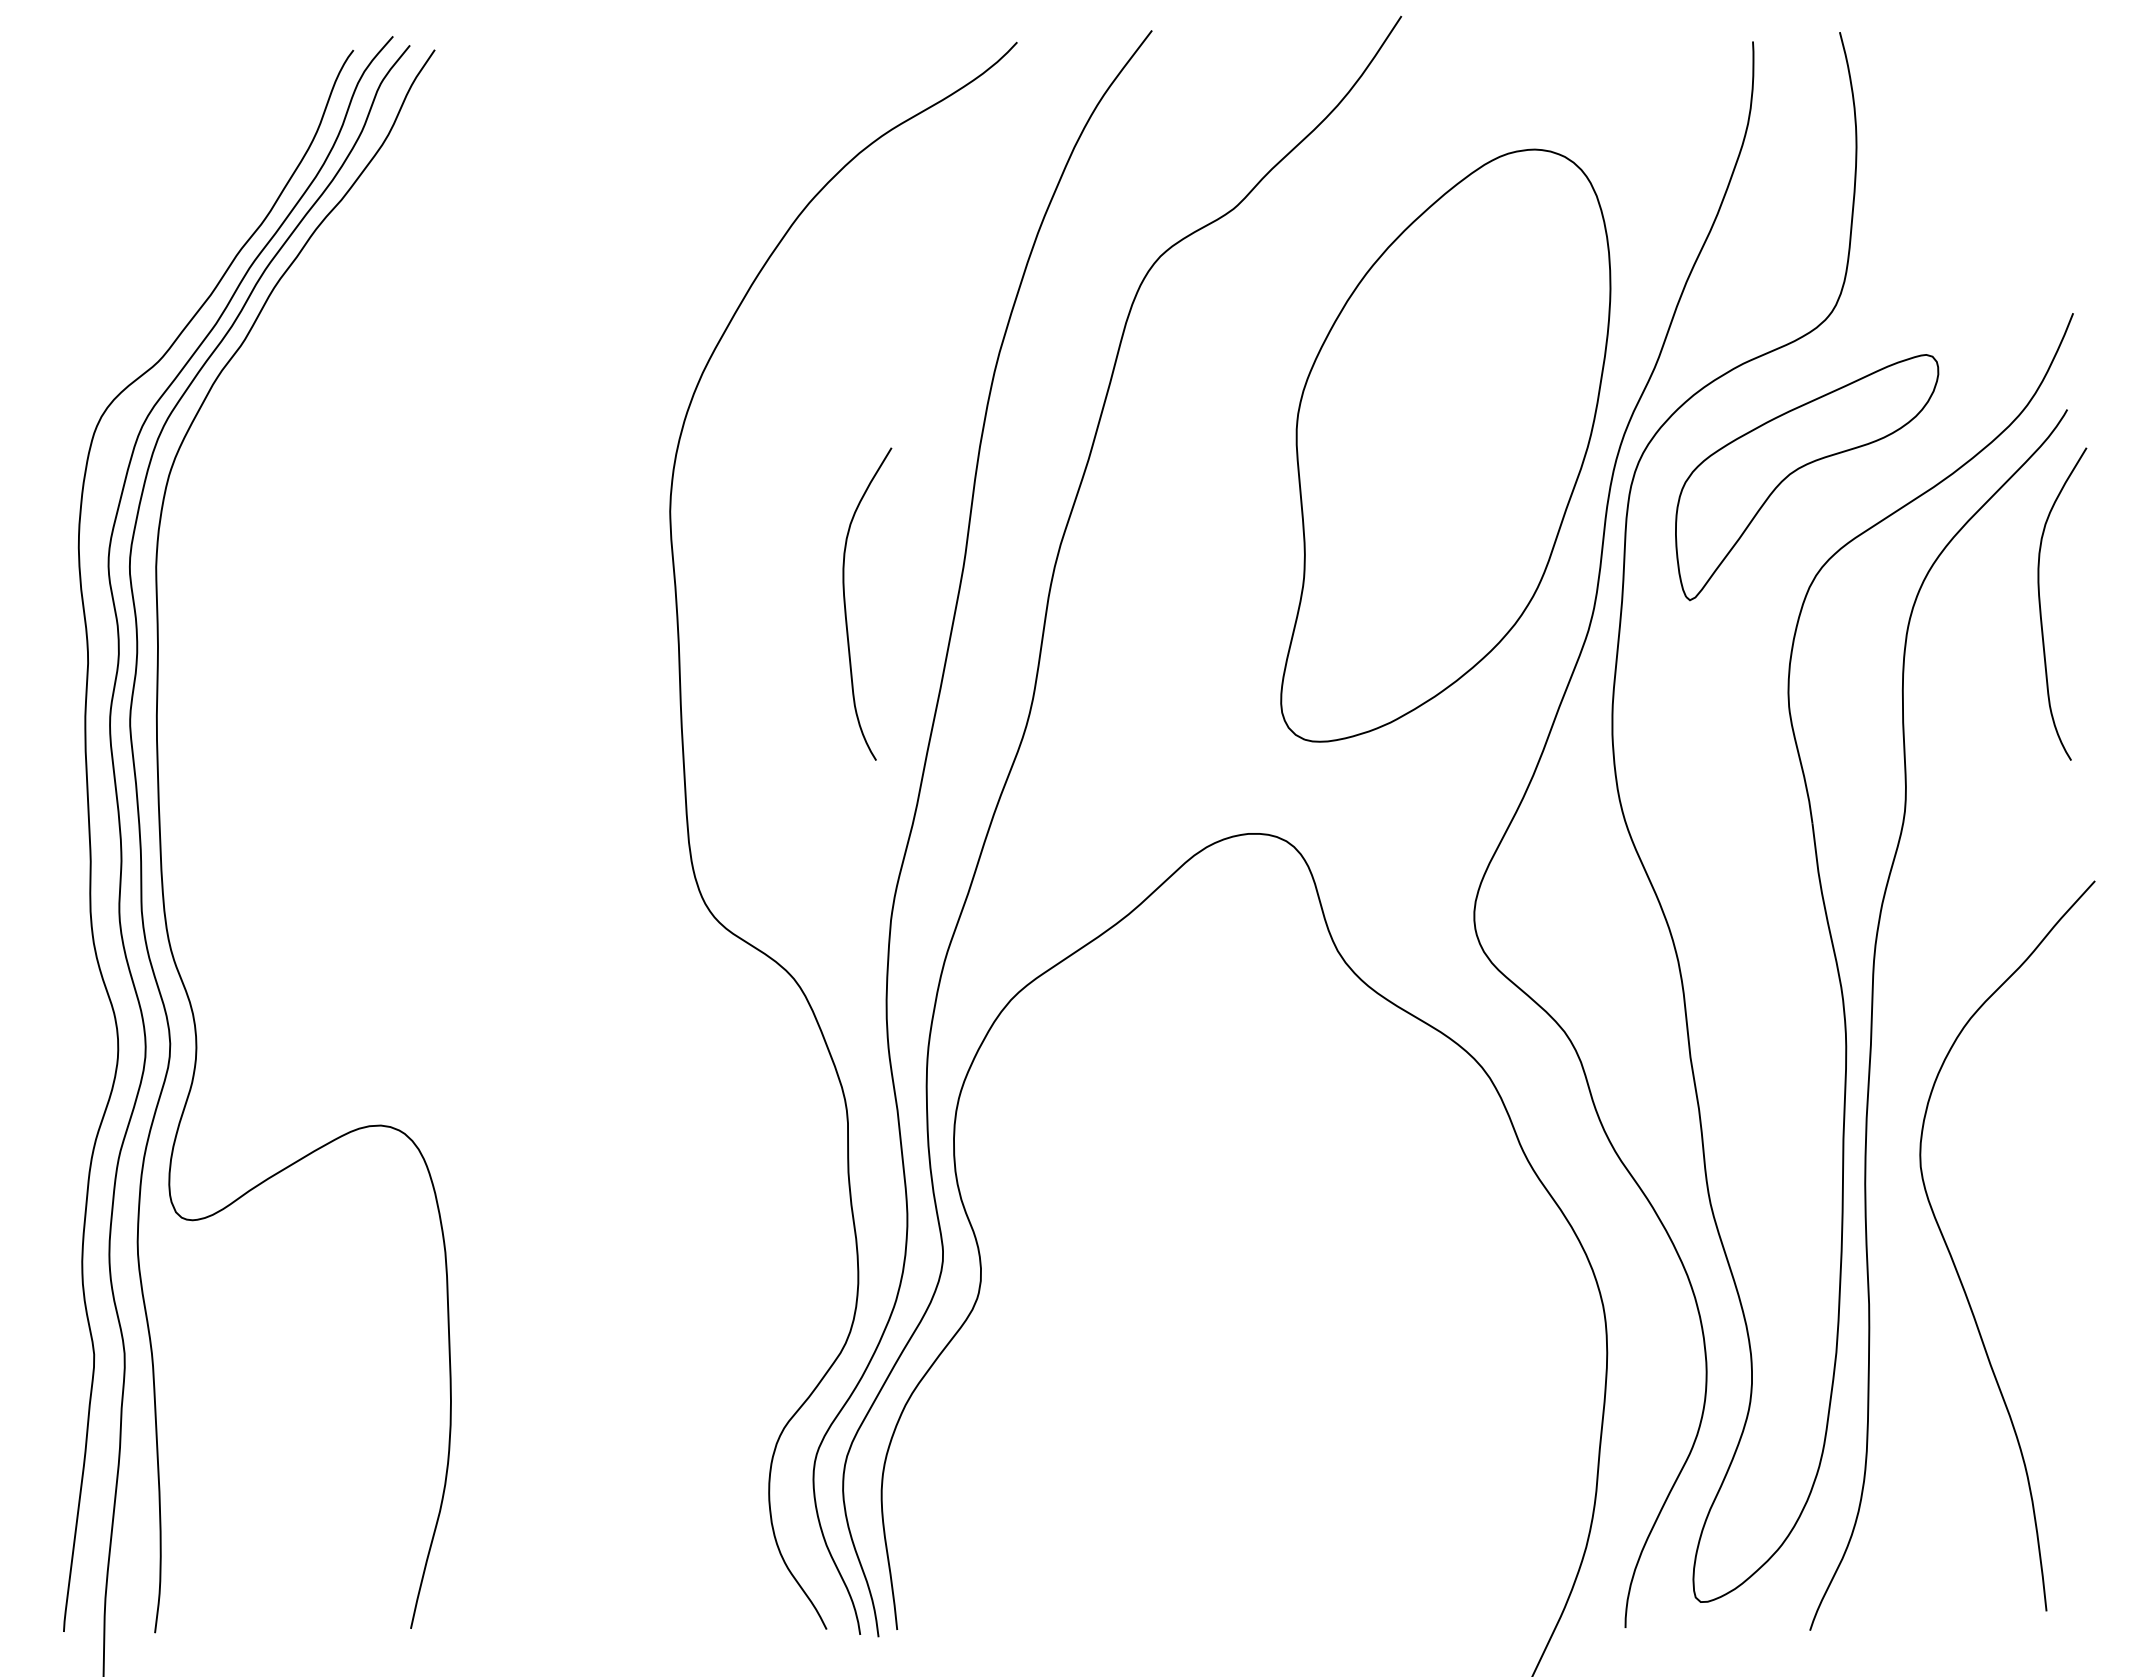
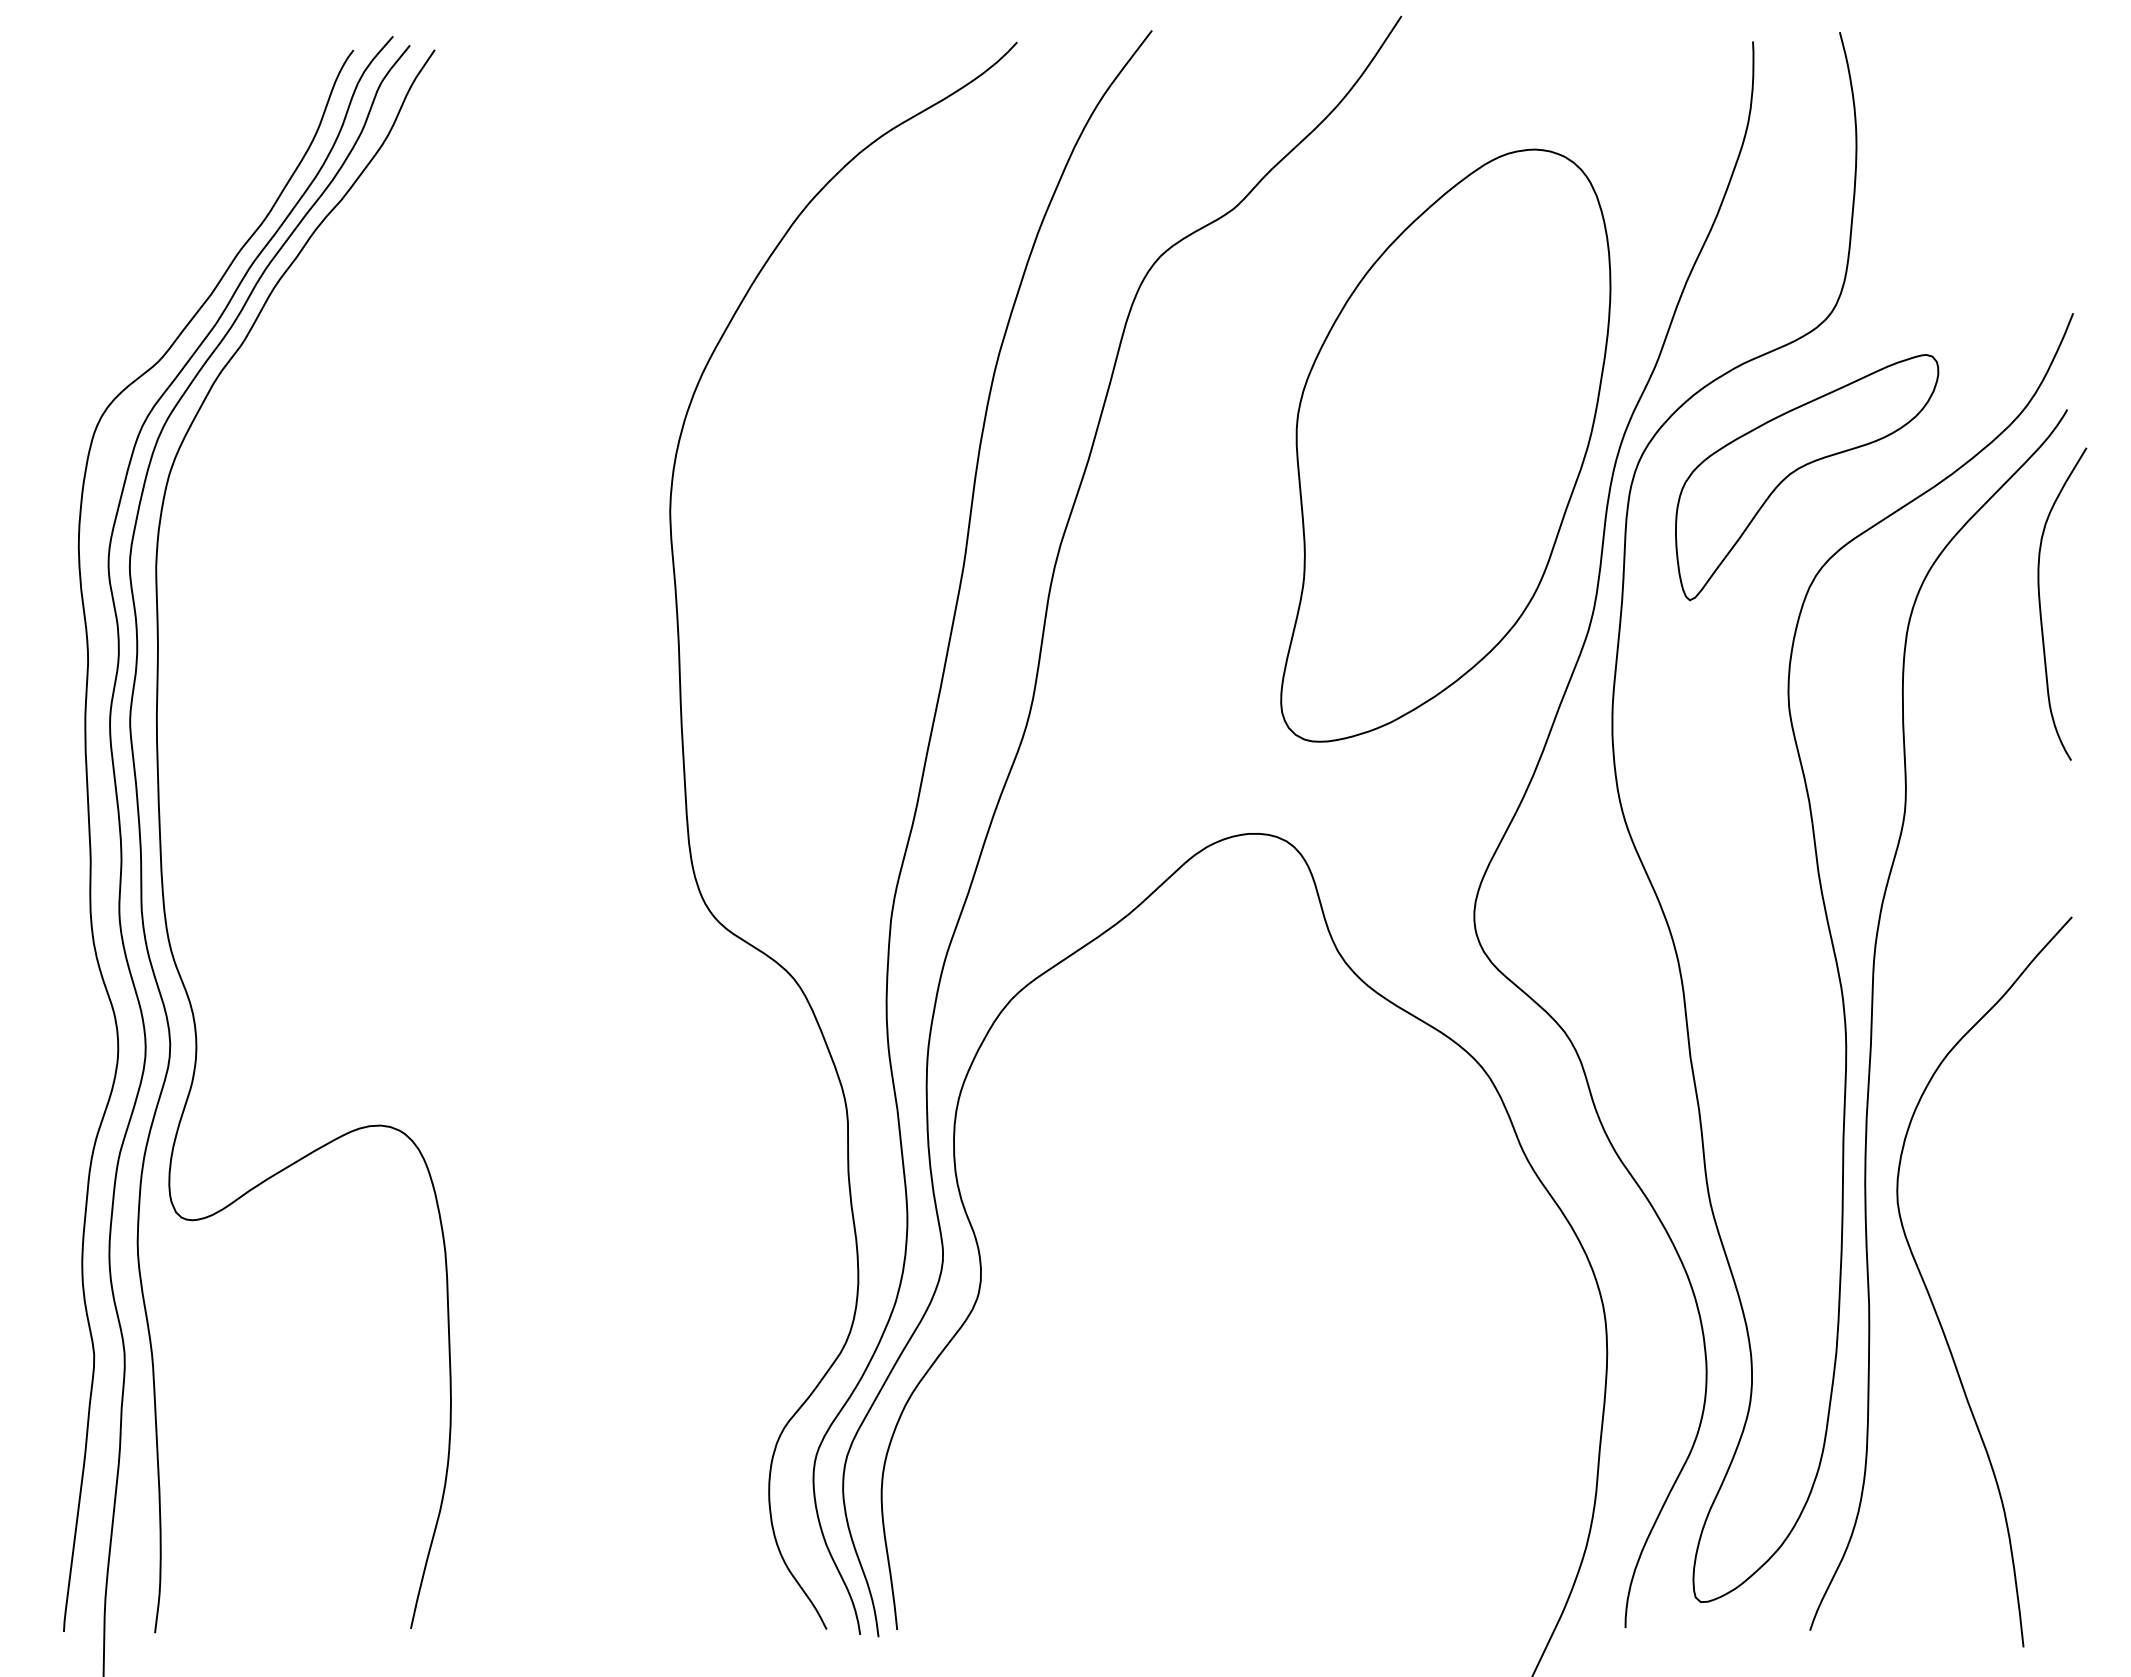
curve at (846, 608): present -> none
curve at (1955, 1264) position: (1955, 1264) -> (1932, 1300)
